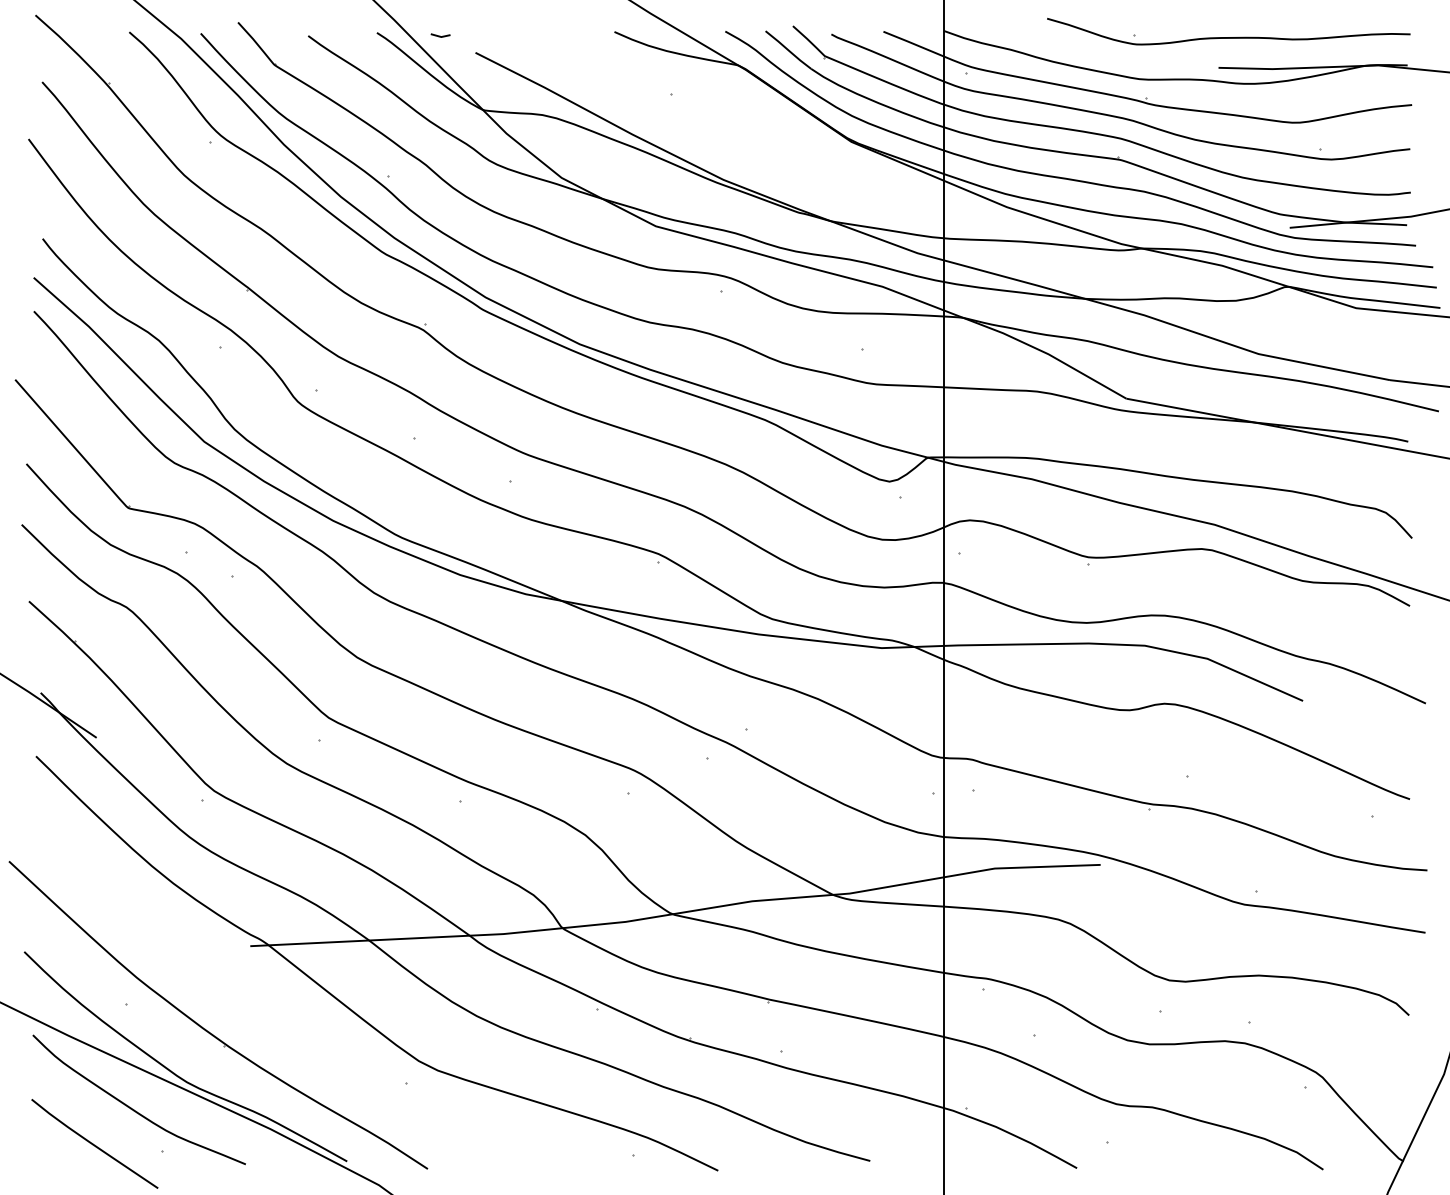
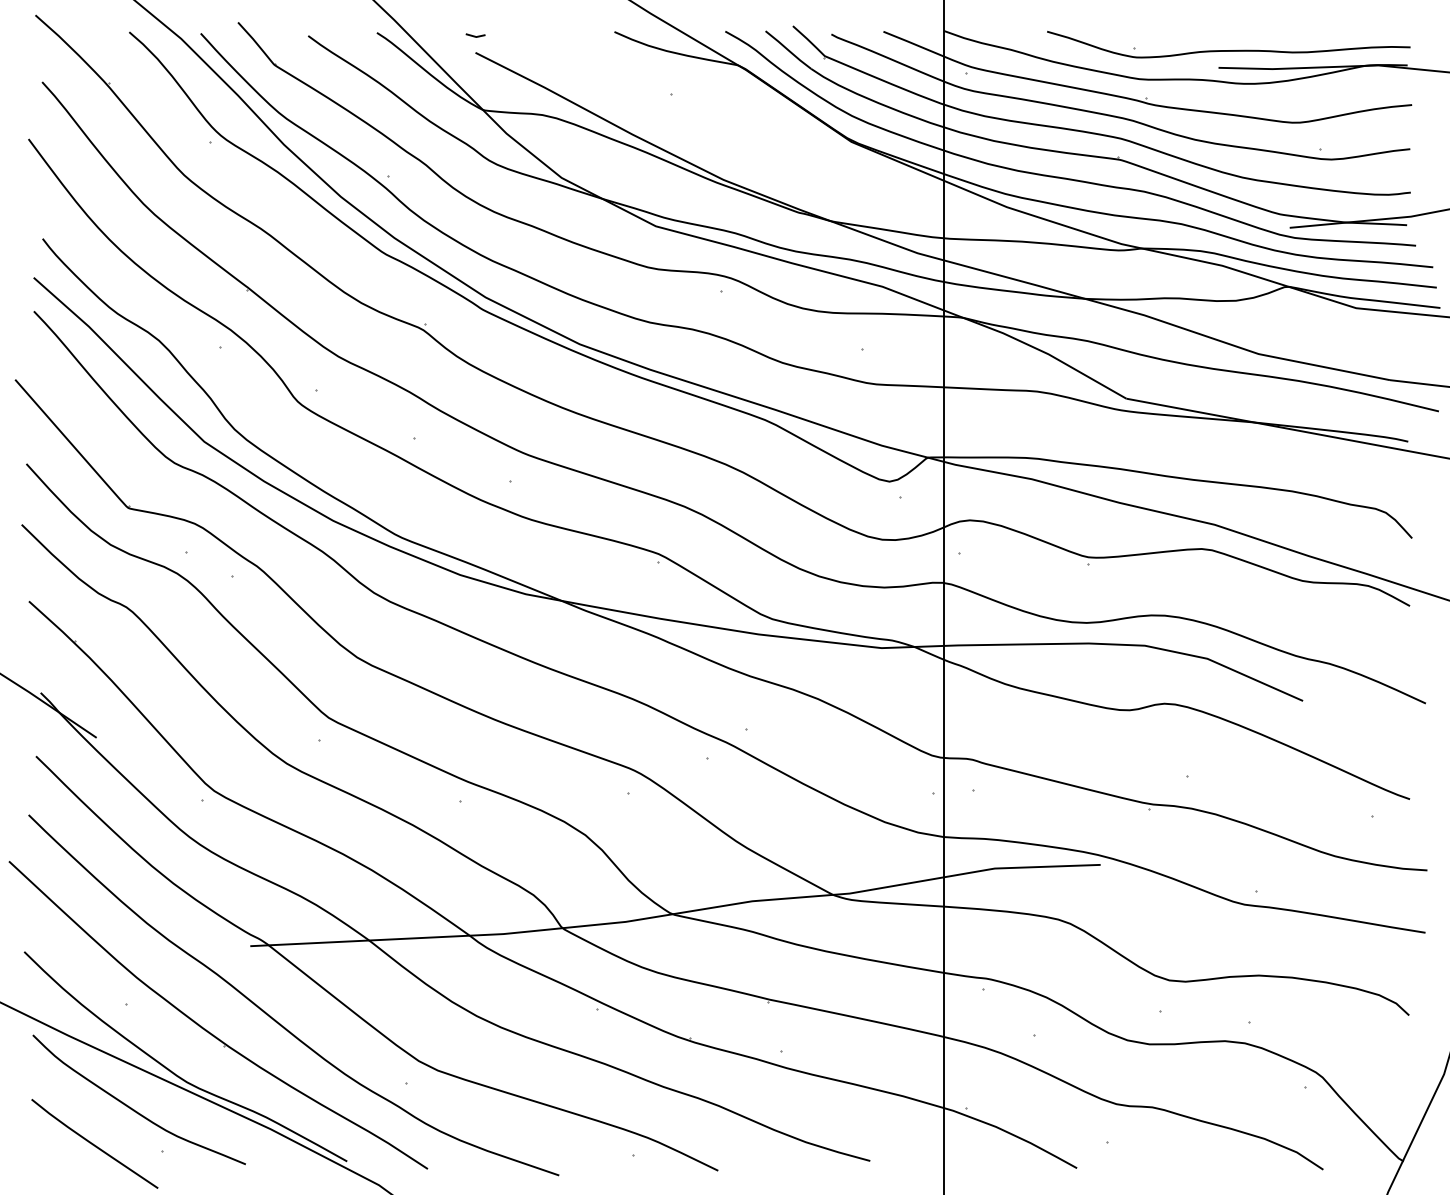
part at (1228, 31) position: (1228, 31) -> (1228, 44)
line at (440, 35) position: (440, 35) -> (475, 35)
curve at (274, 1018): none -> present
